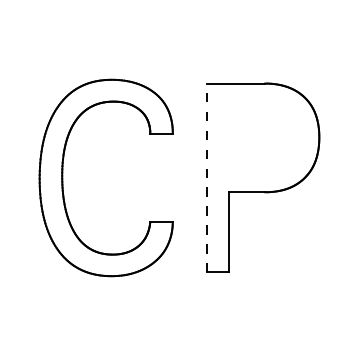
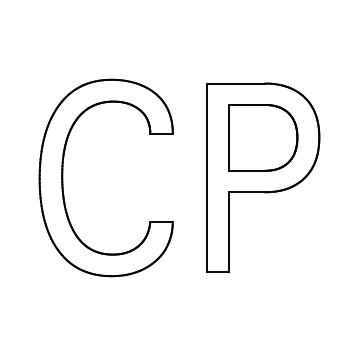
part at (263, 137): none -> present
line at (206, 177): dashed -> solid
